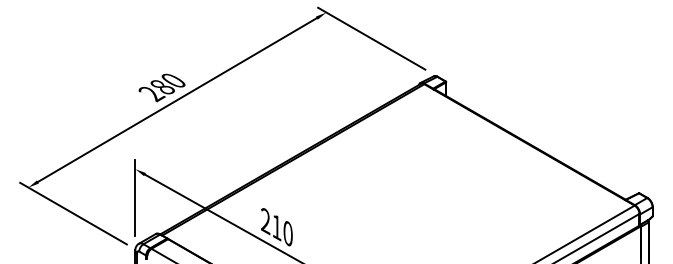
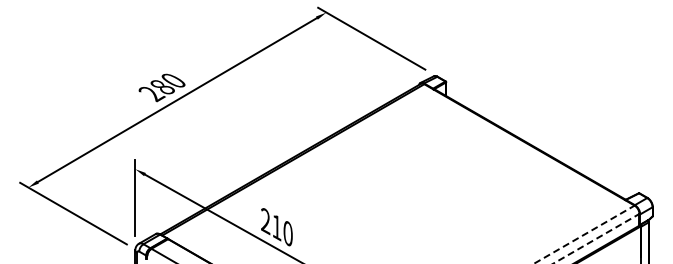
line at (584, 234): solid -> dashed
line at (596, 238): solid -> dashed
